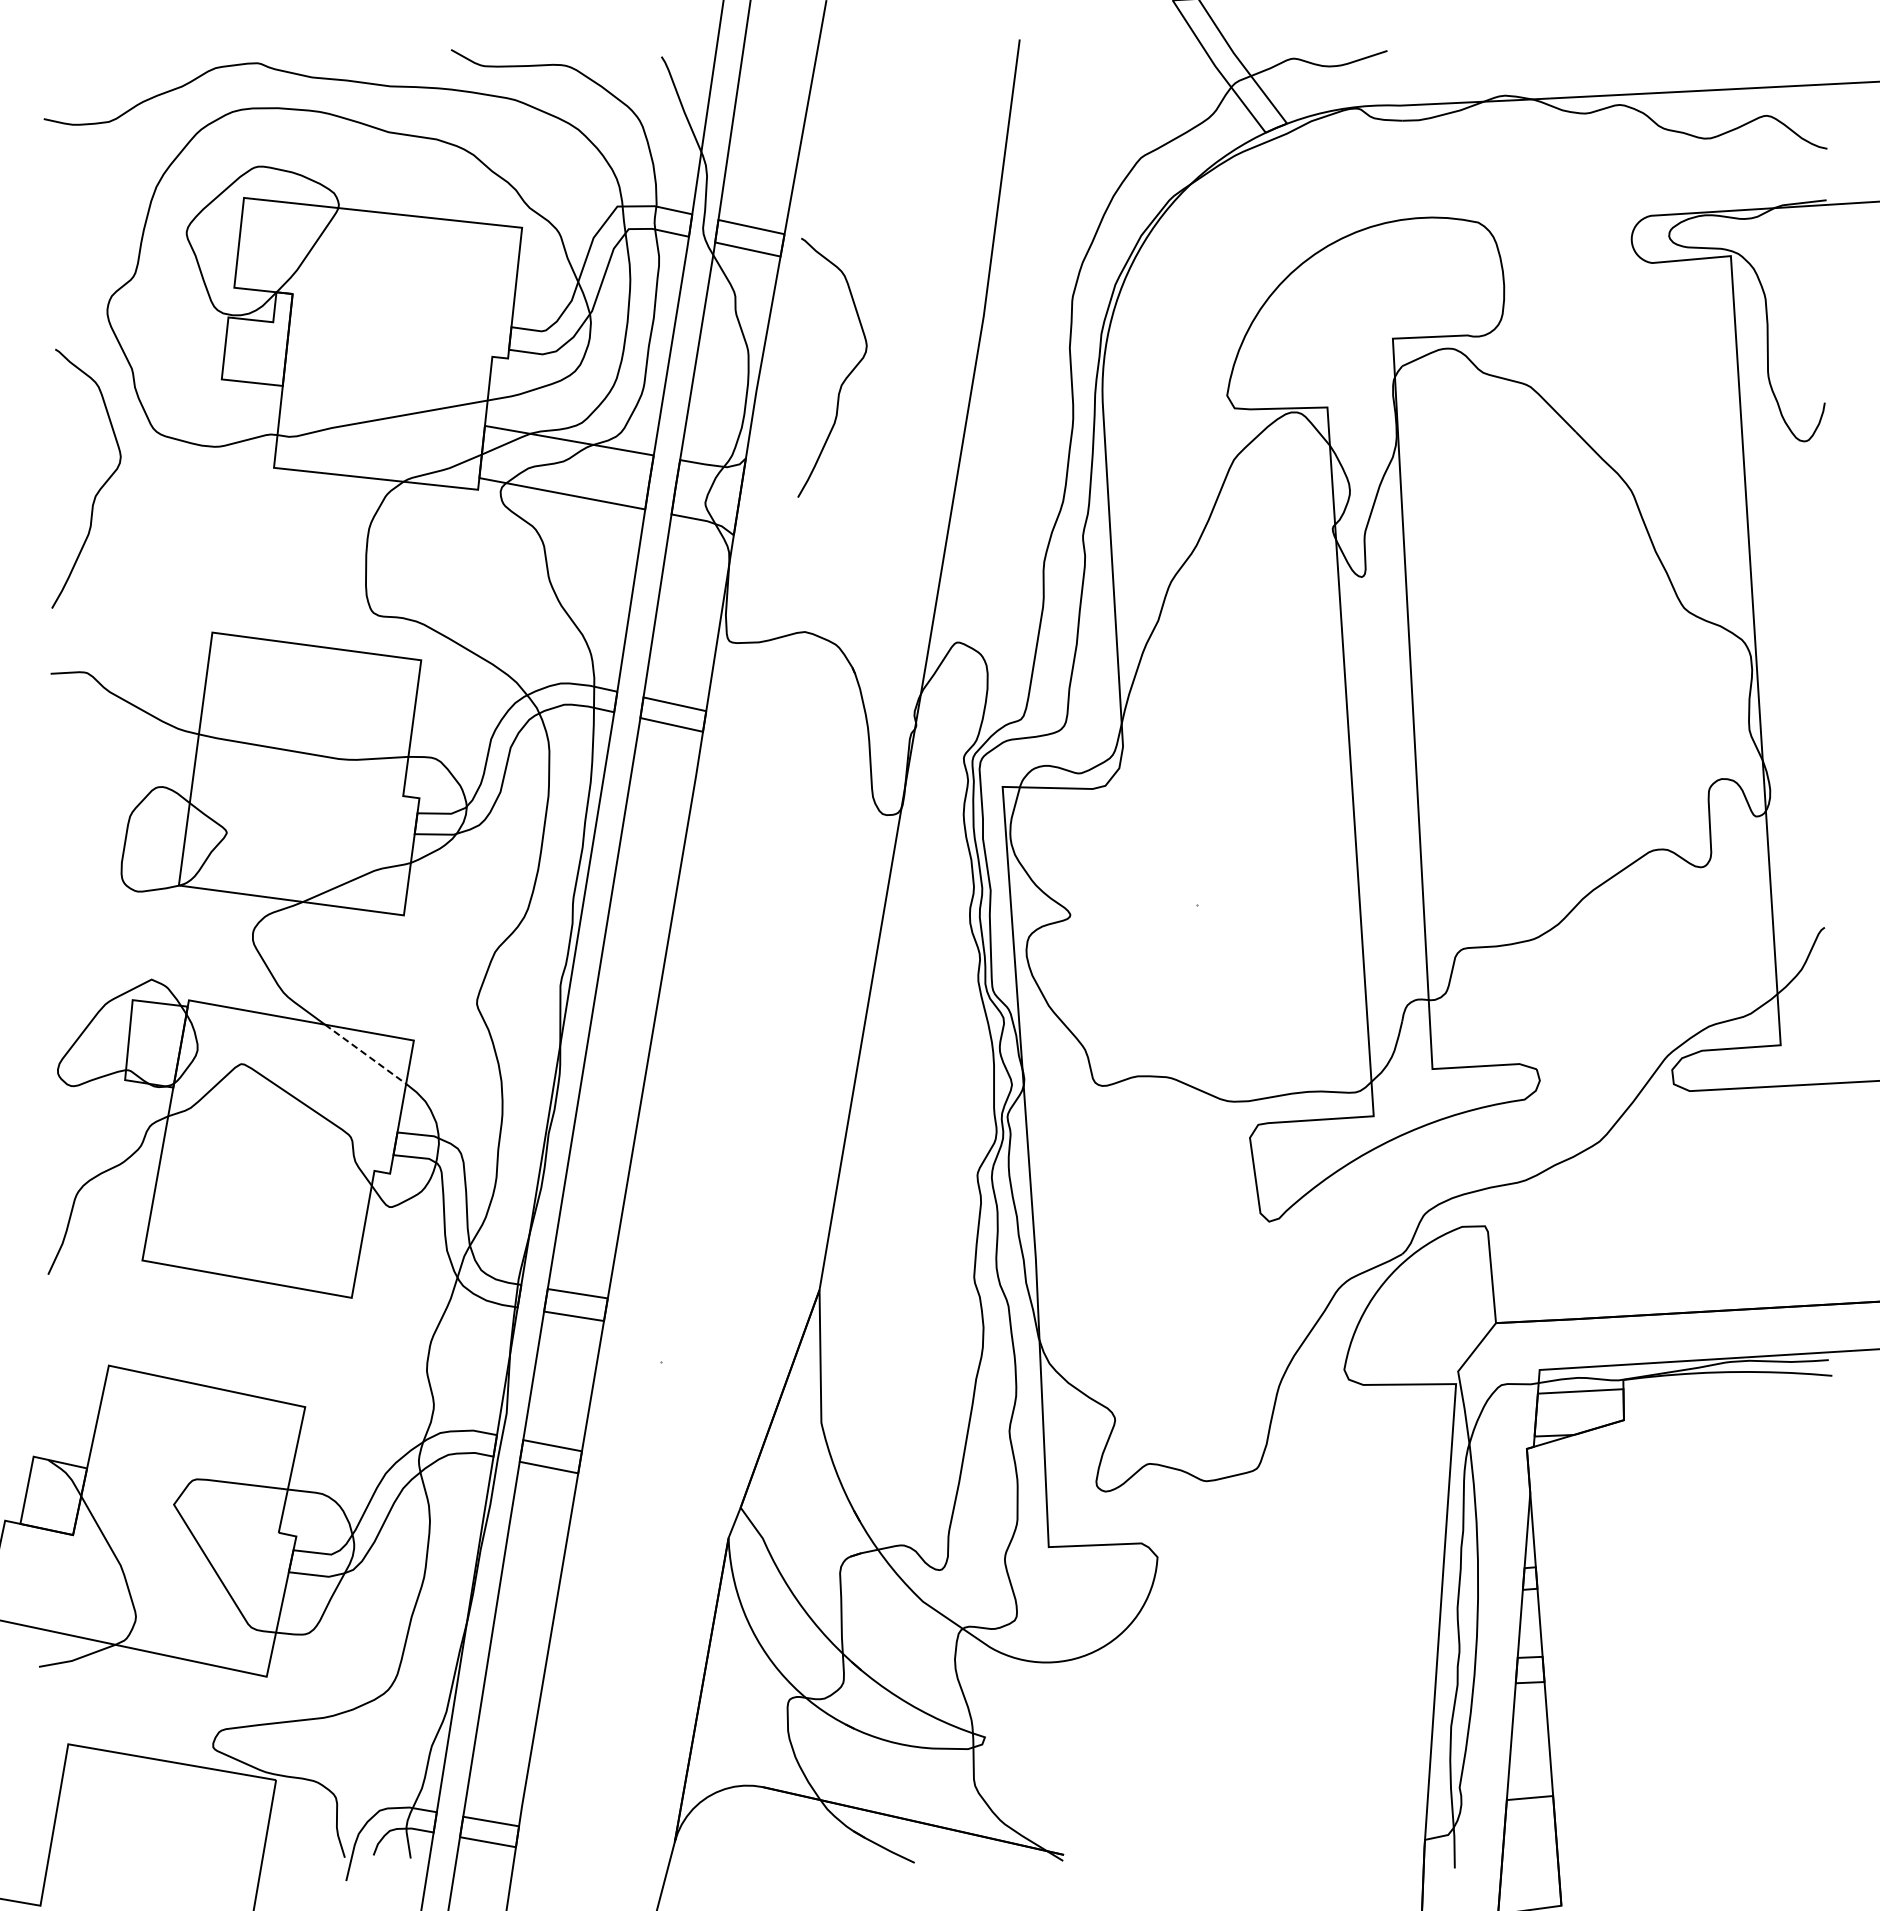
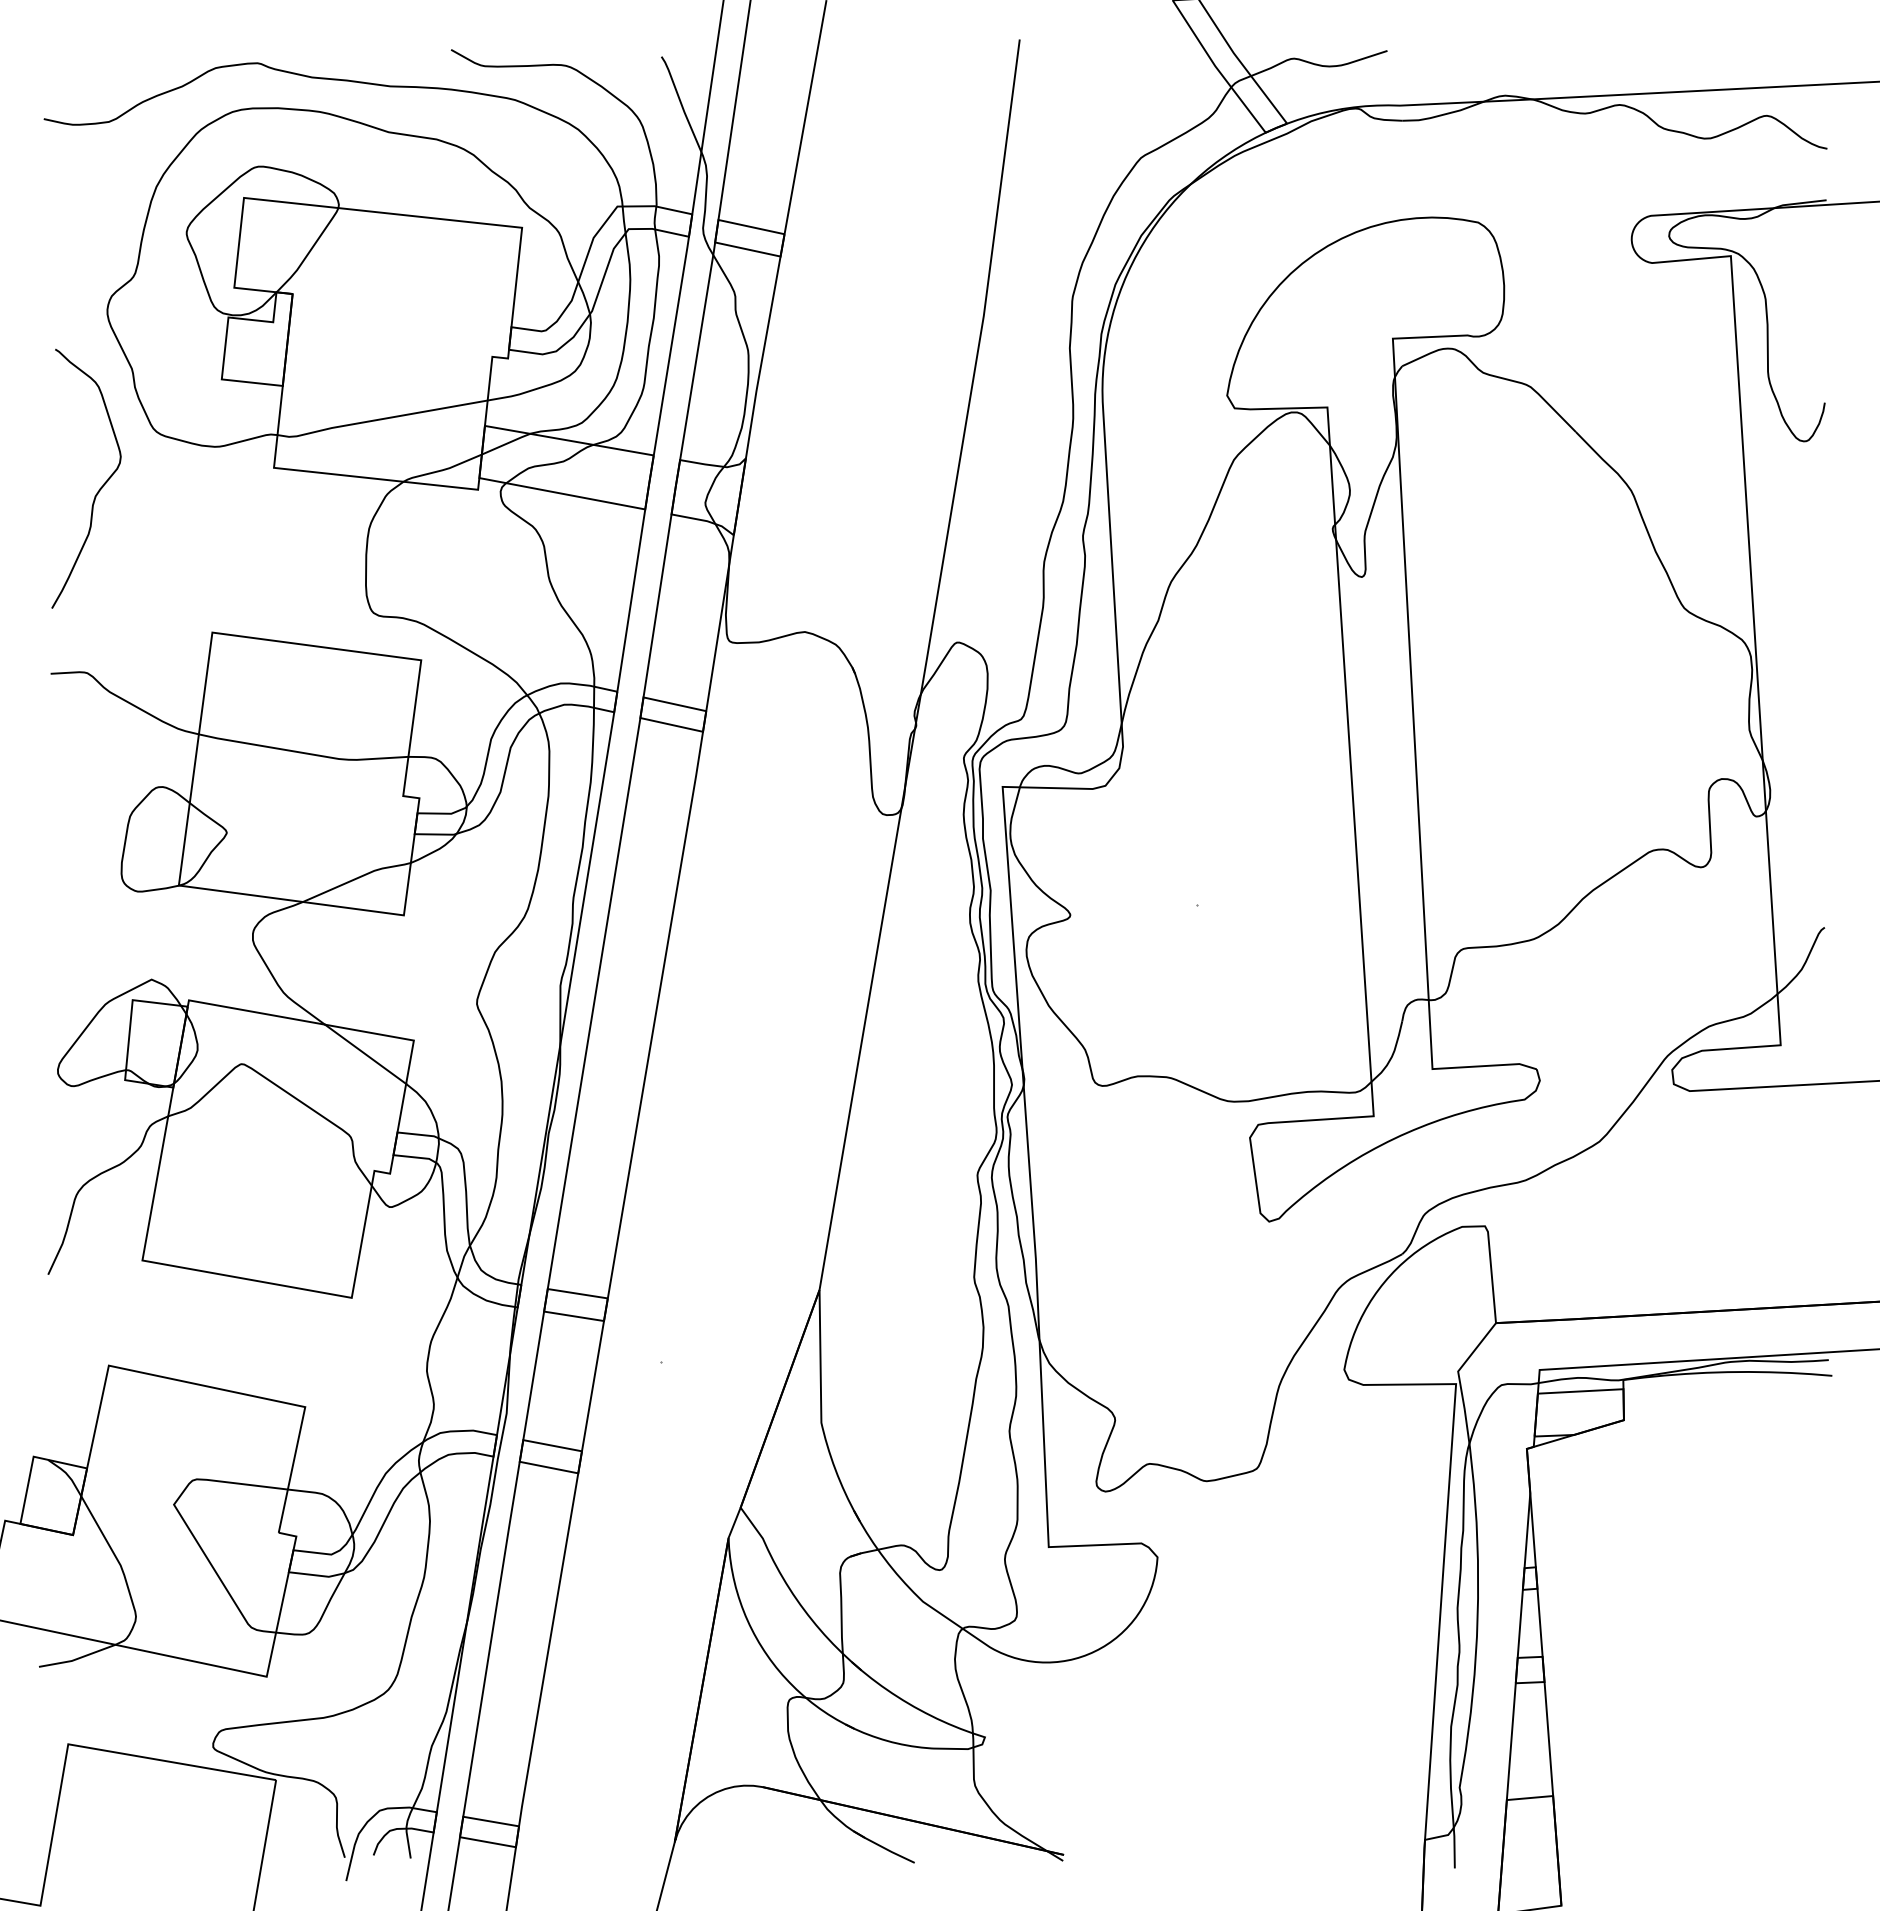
curve at (845, 377): present -> none
line at (366, 1054): dashed -> solid
